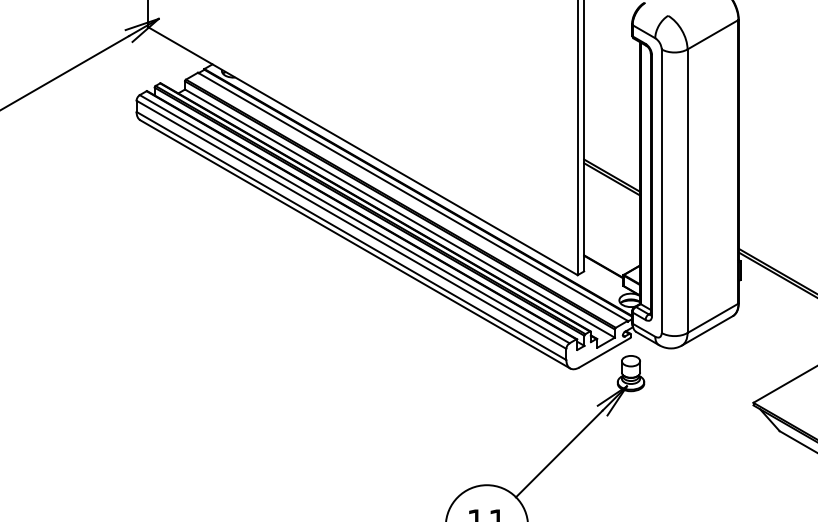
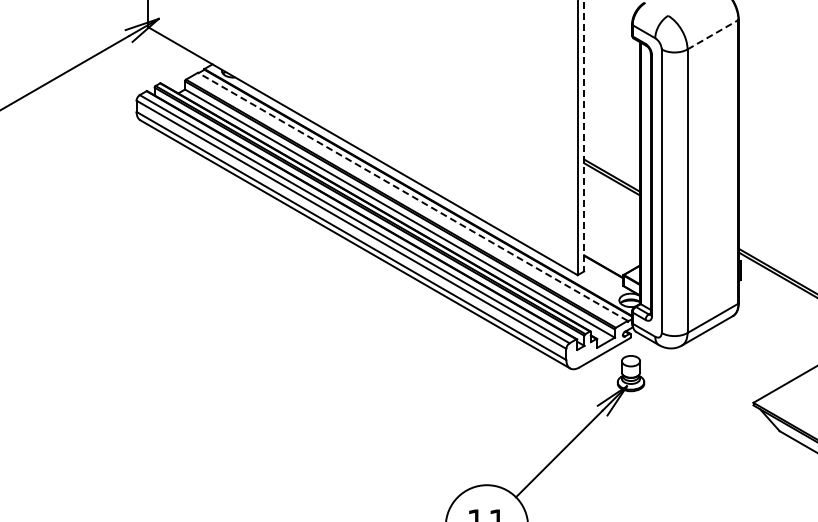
line at (713, 34): solid -> dashed
line at (584, 135): solid -> dashed
line at (412, 196): solid -> dashed
